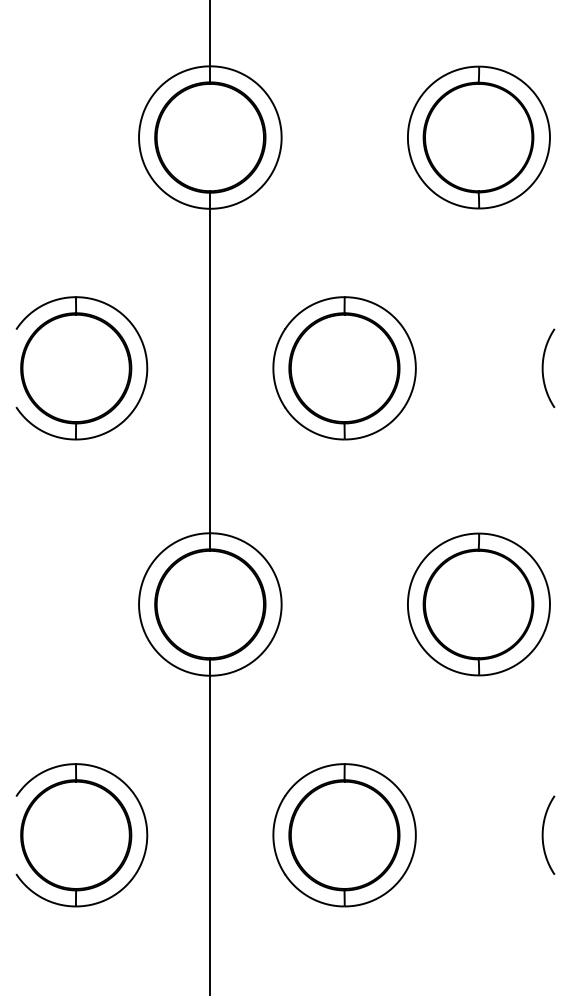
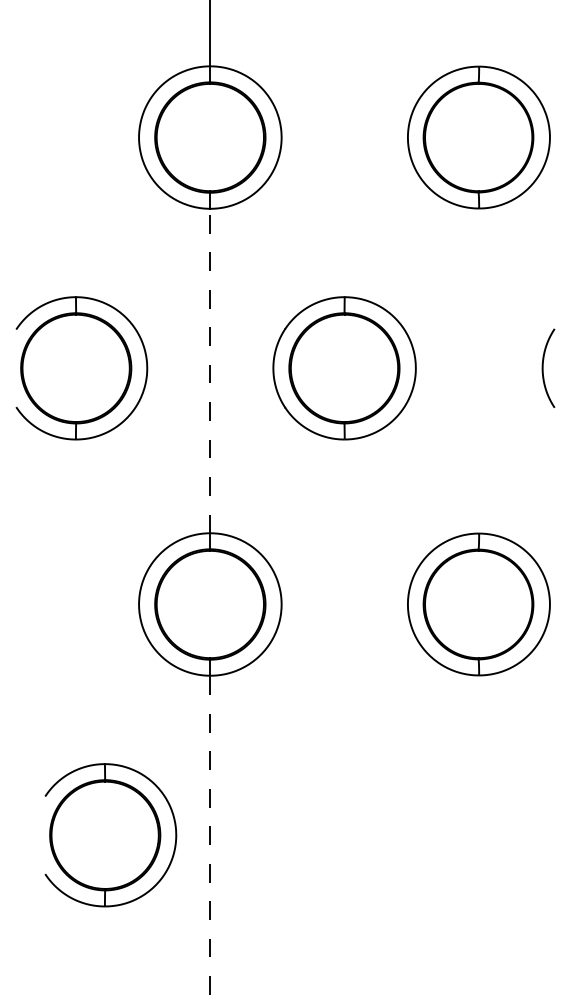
line at (210, 370): solid -> dashed
curve at (543, 834): present -> none
part at (81, 835) position: (81, 835) -> (110, 835)
line at (210, 835): solid -> dashed
part at (344, 835): present -> none
